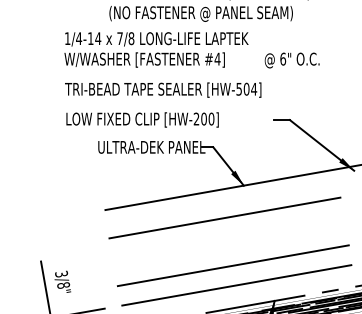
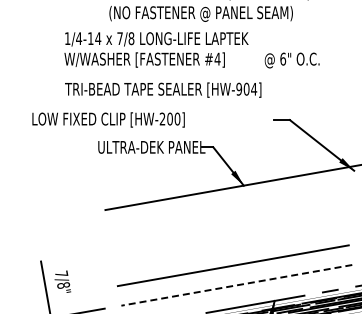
text at (239, 88): [HW-504] -> [HW-904]
text at (142, 119) position: (142, 119) -> (108, 119)
line at (224, 217): present -> none
text at (61, 273): 3/8" -> 7/8"
line at (236, 285): solid -> dashed
